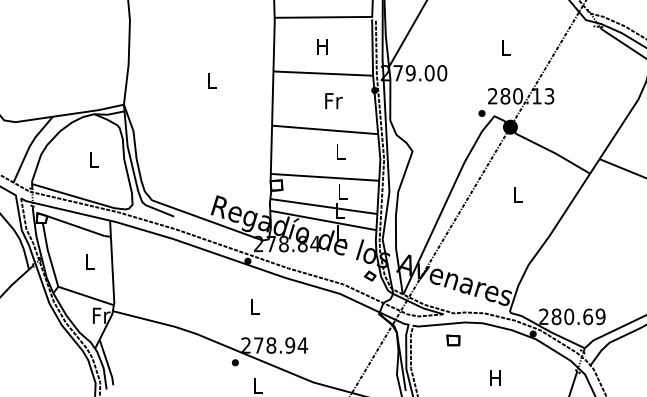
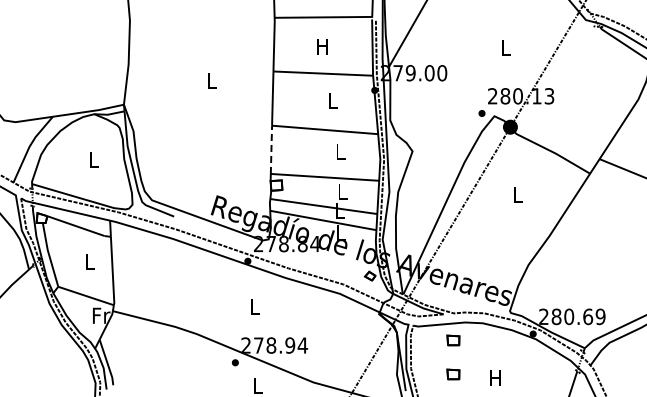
text at (333, 101): Fr -> L
line at (271, 149): solid -> dashed
part at (453, 374): none -> present
